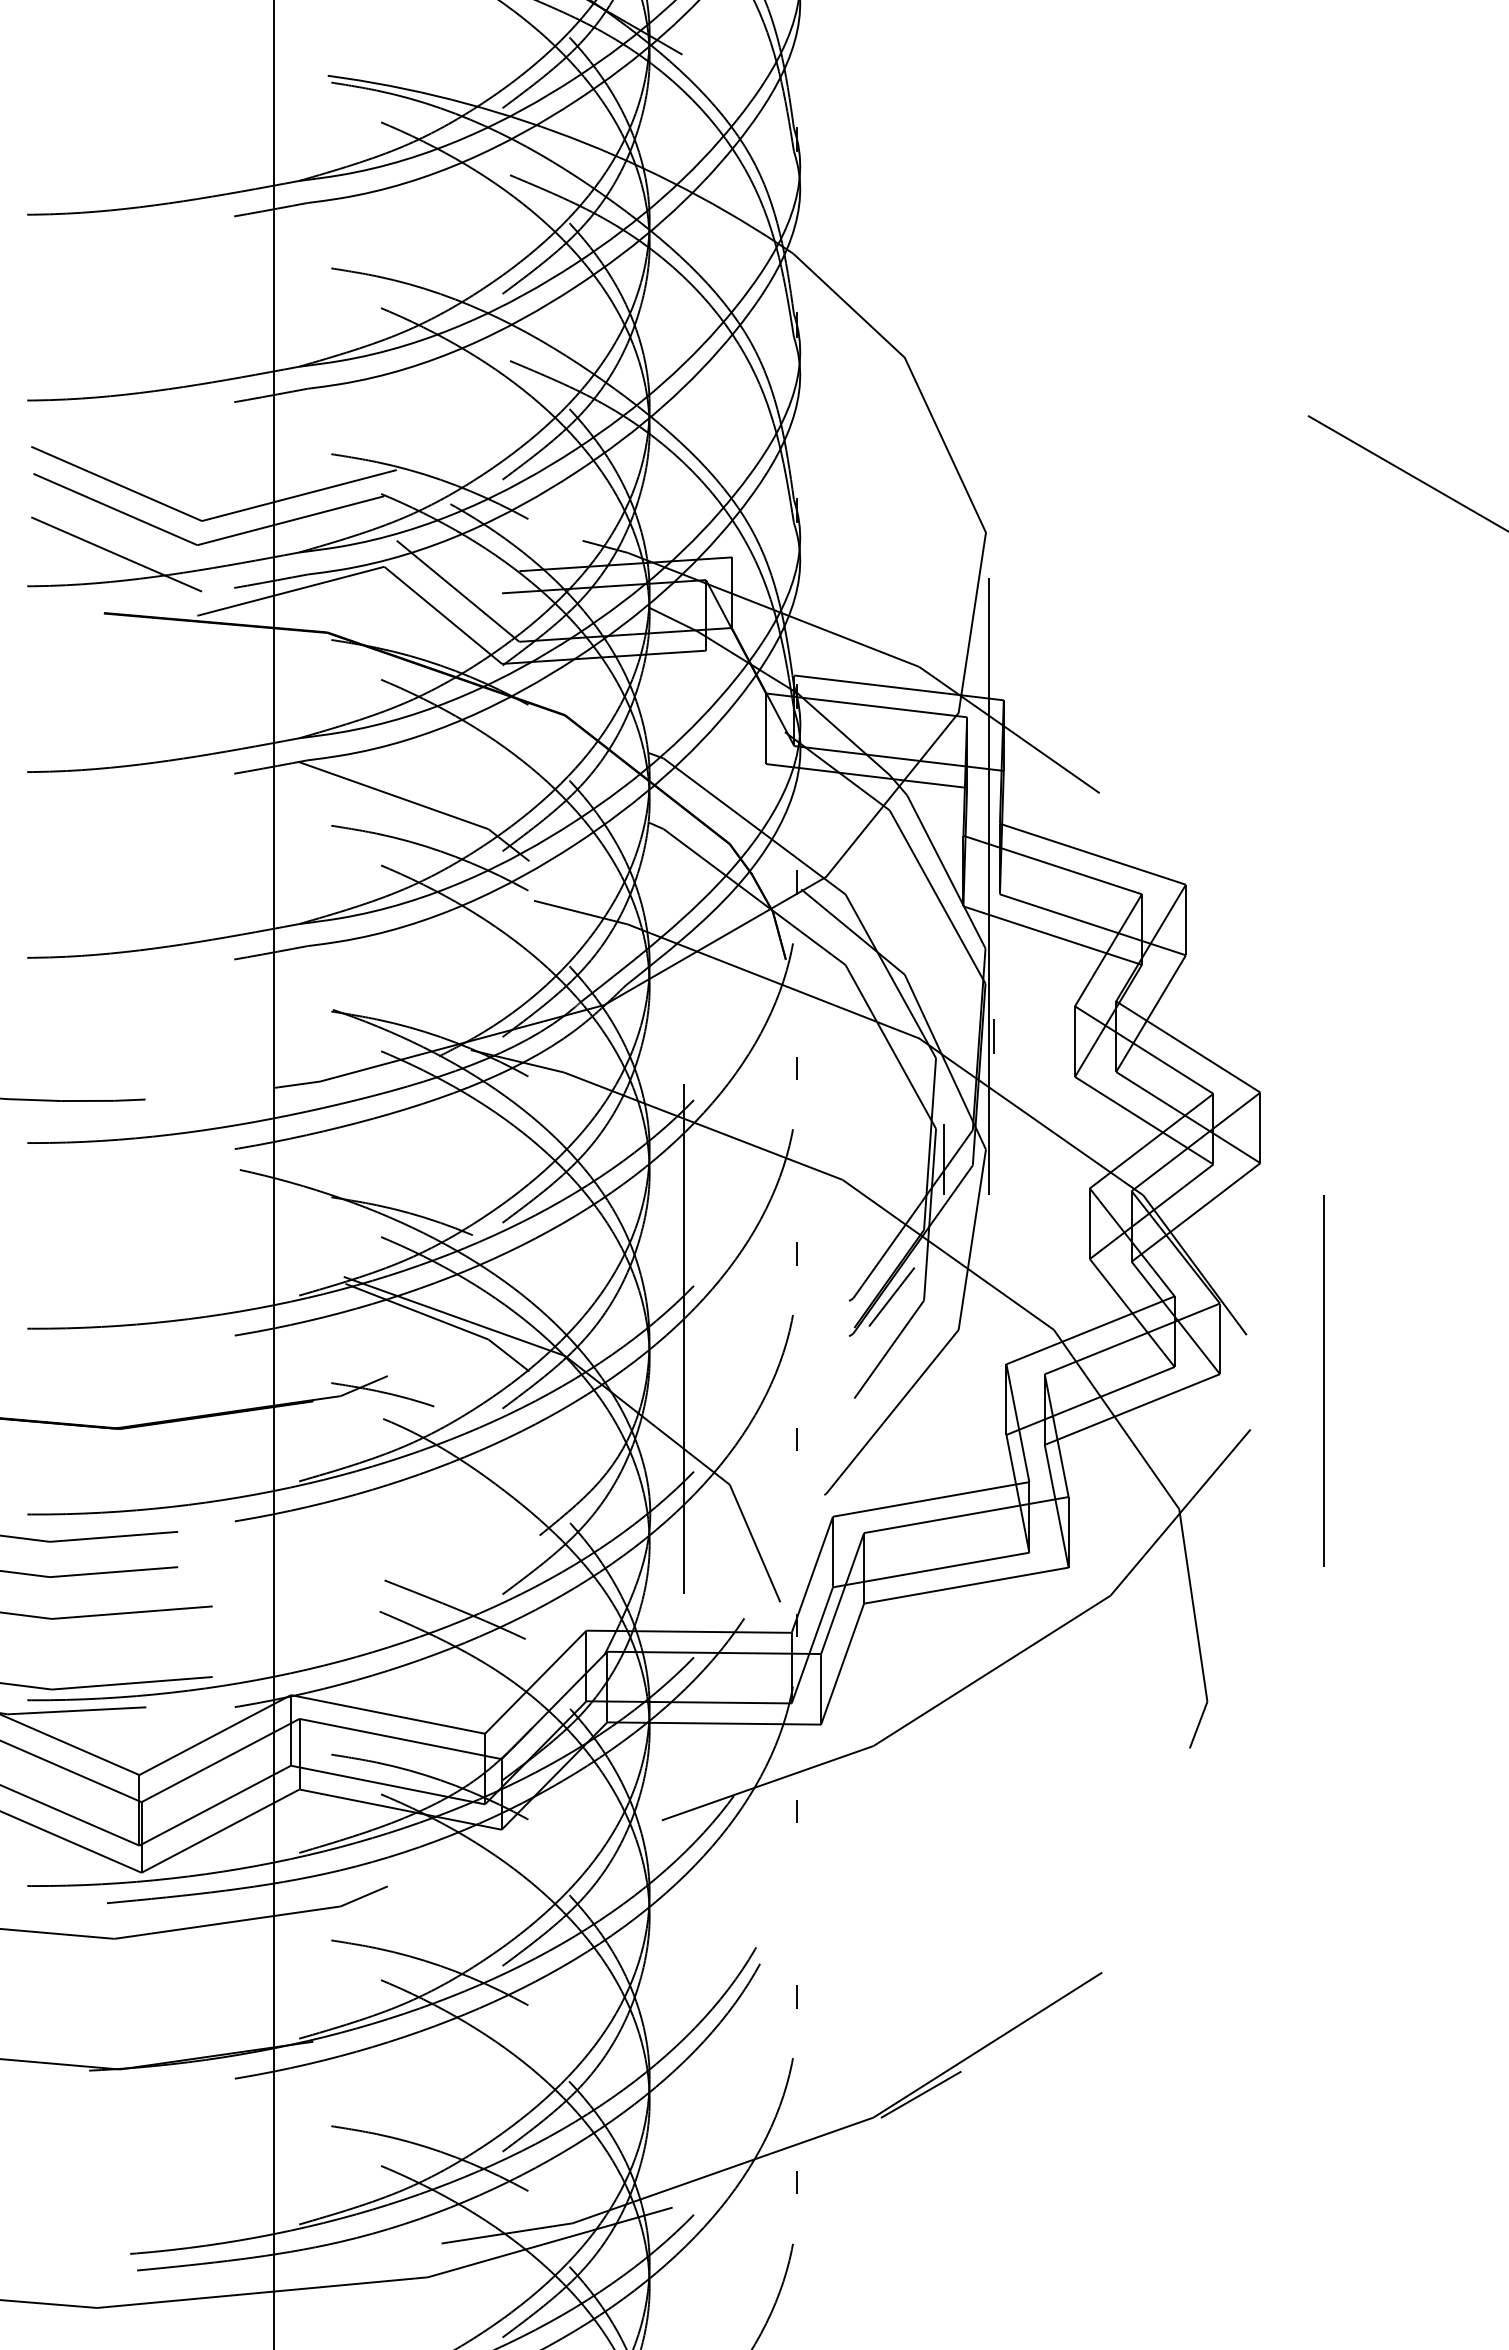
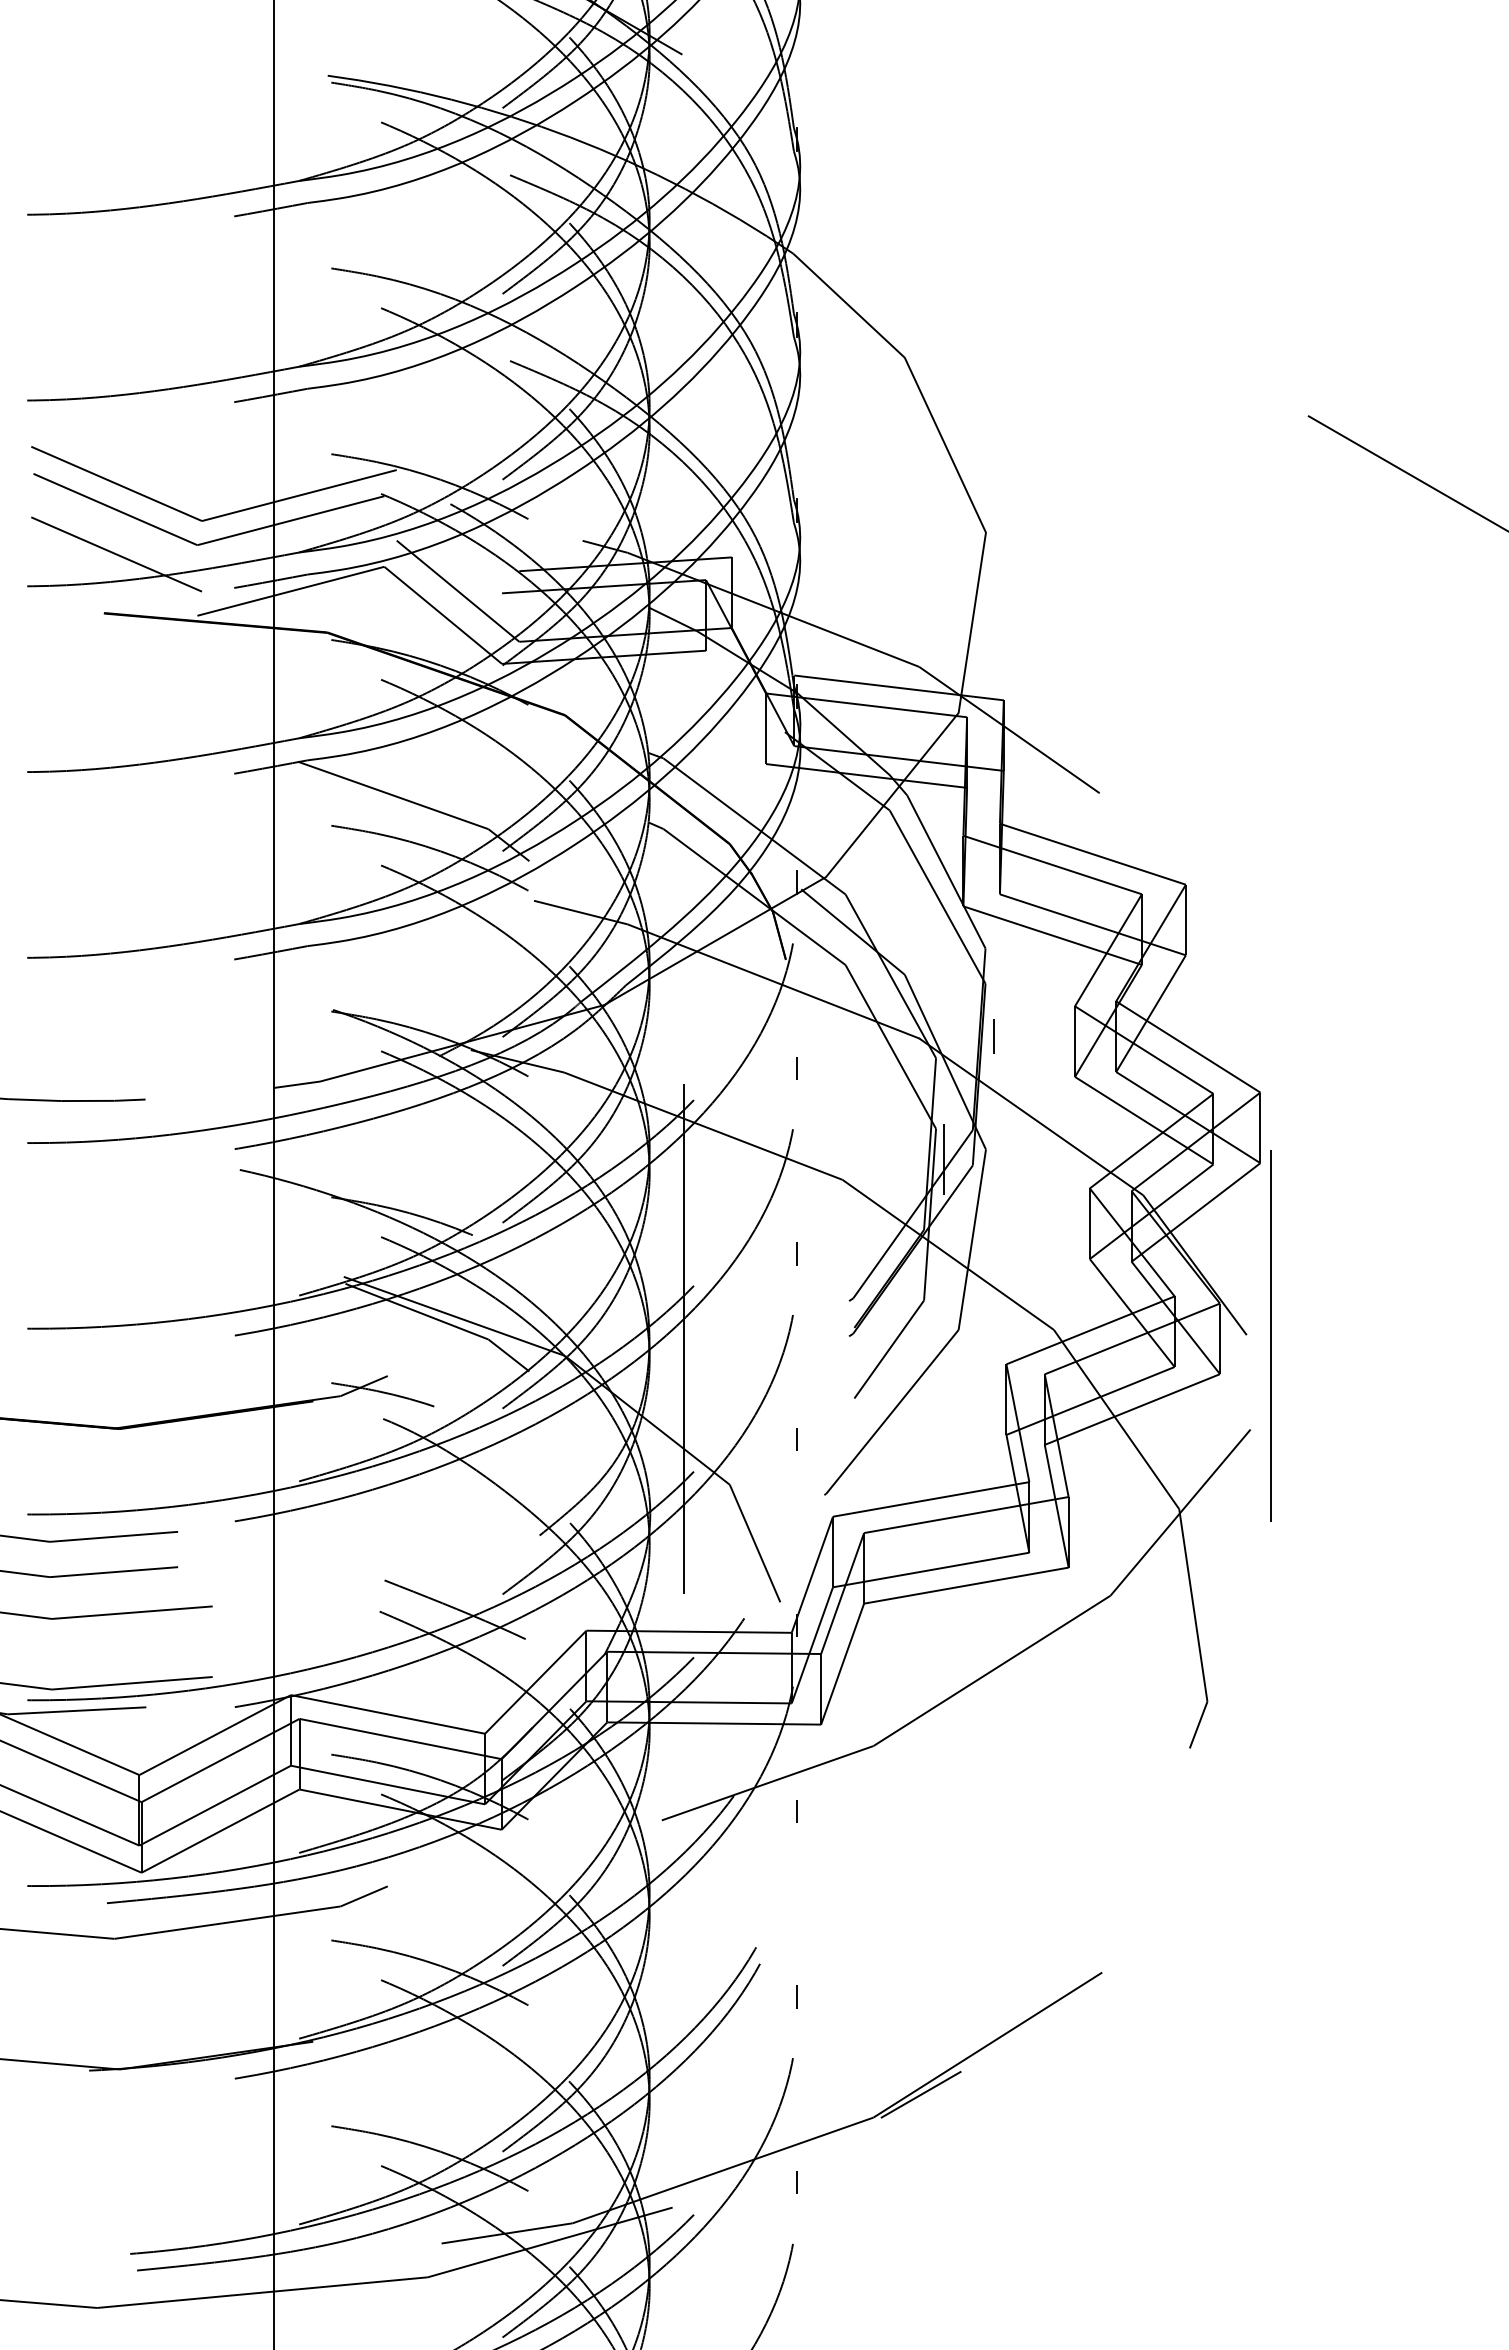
line at (989, 886): present -> none
line at (891, 1296): present -> none
line at (1323, 1380) position: (1323, 1380) -> (1270, 1335)
